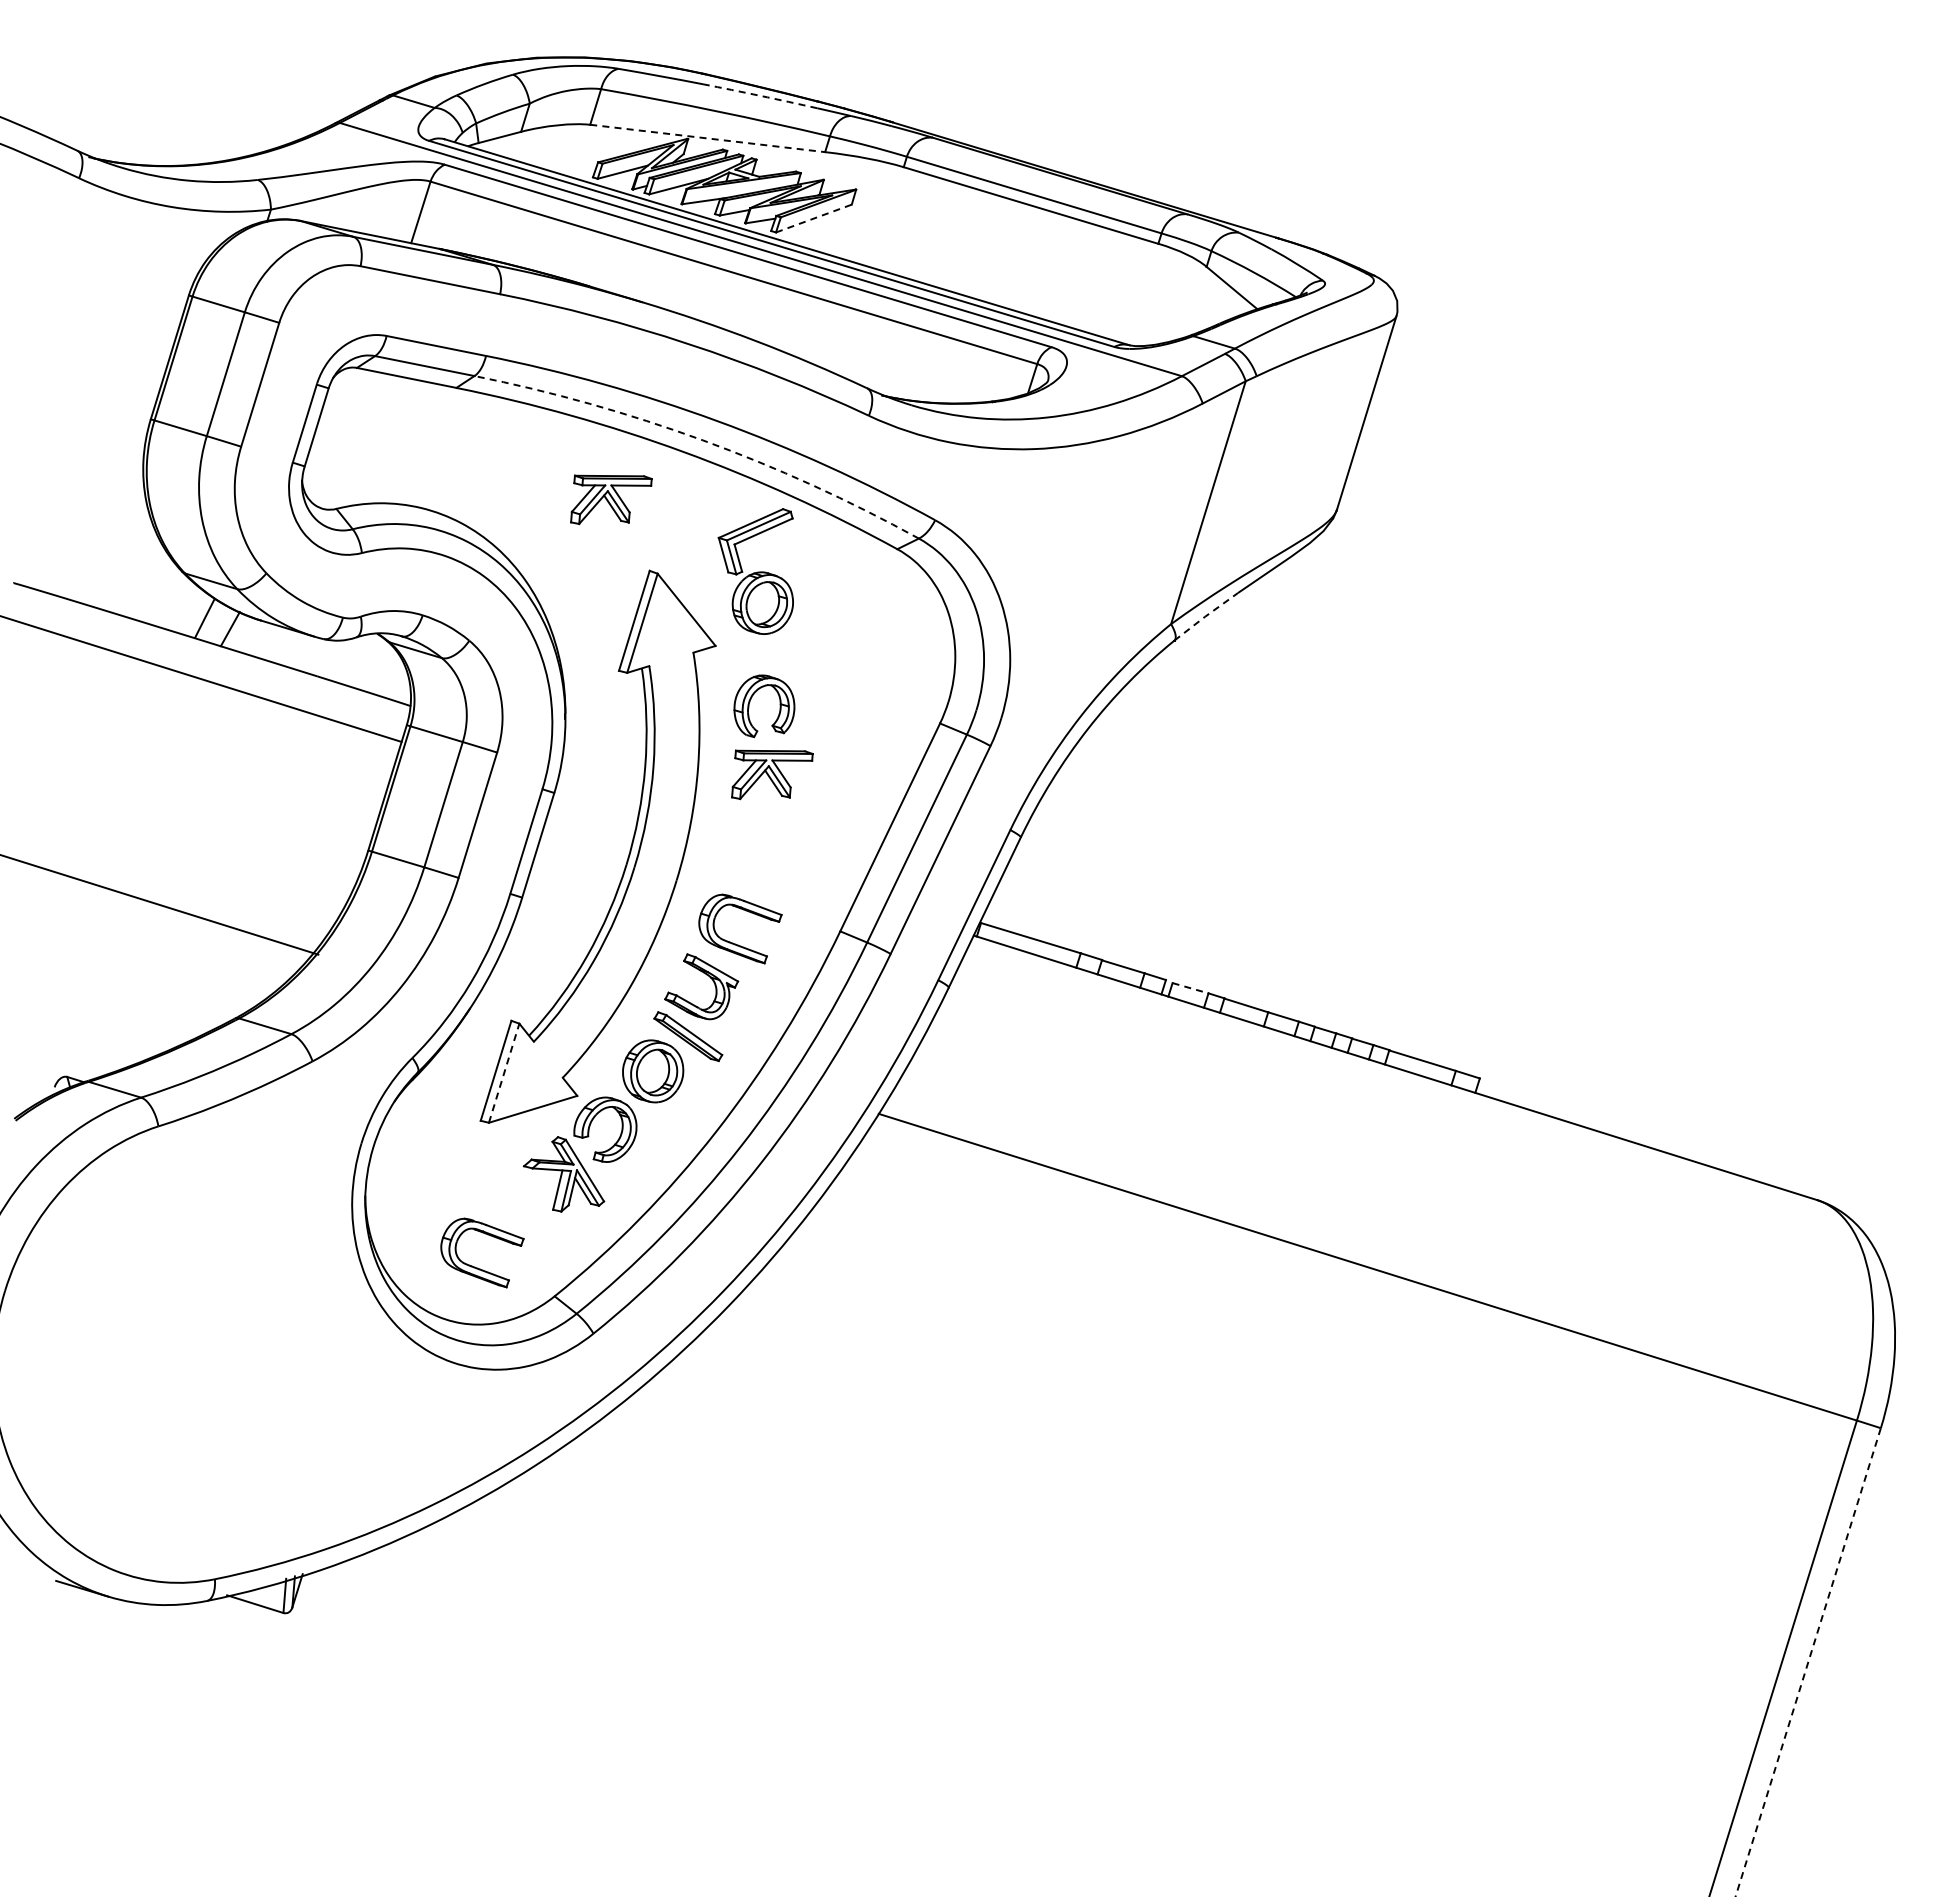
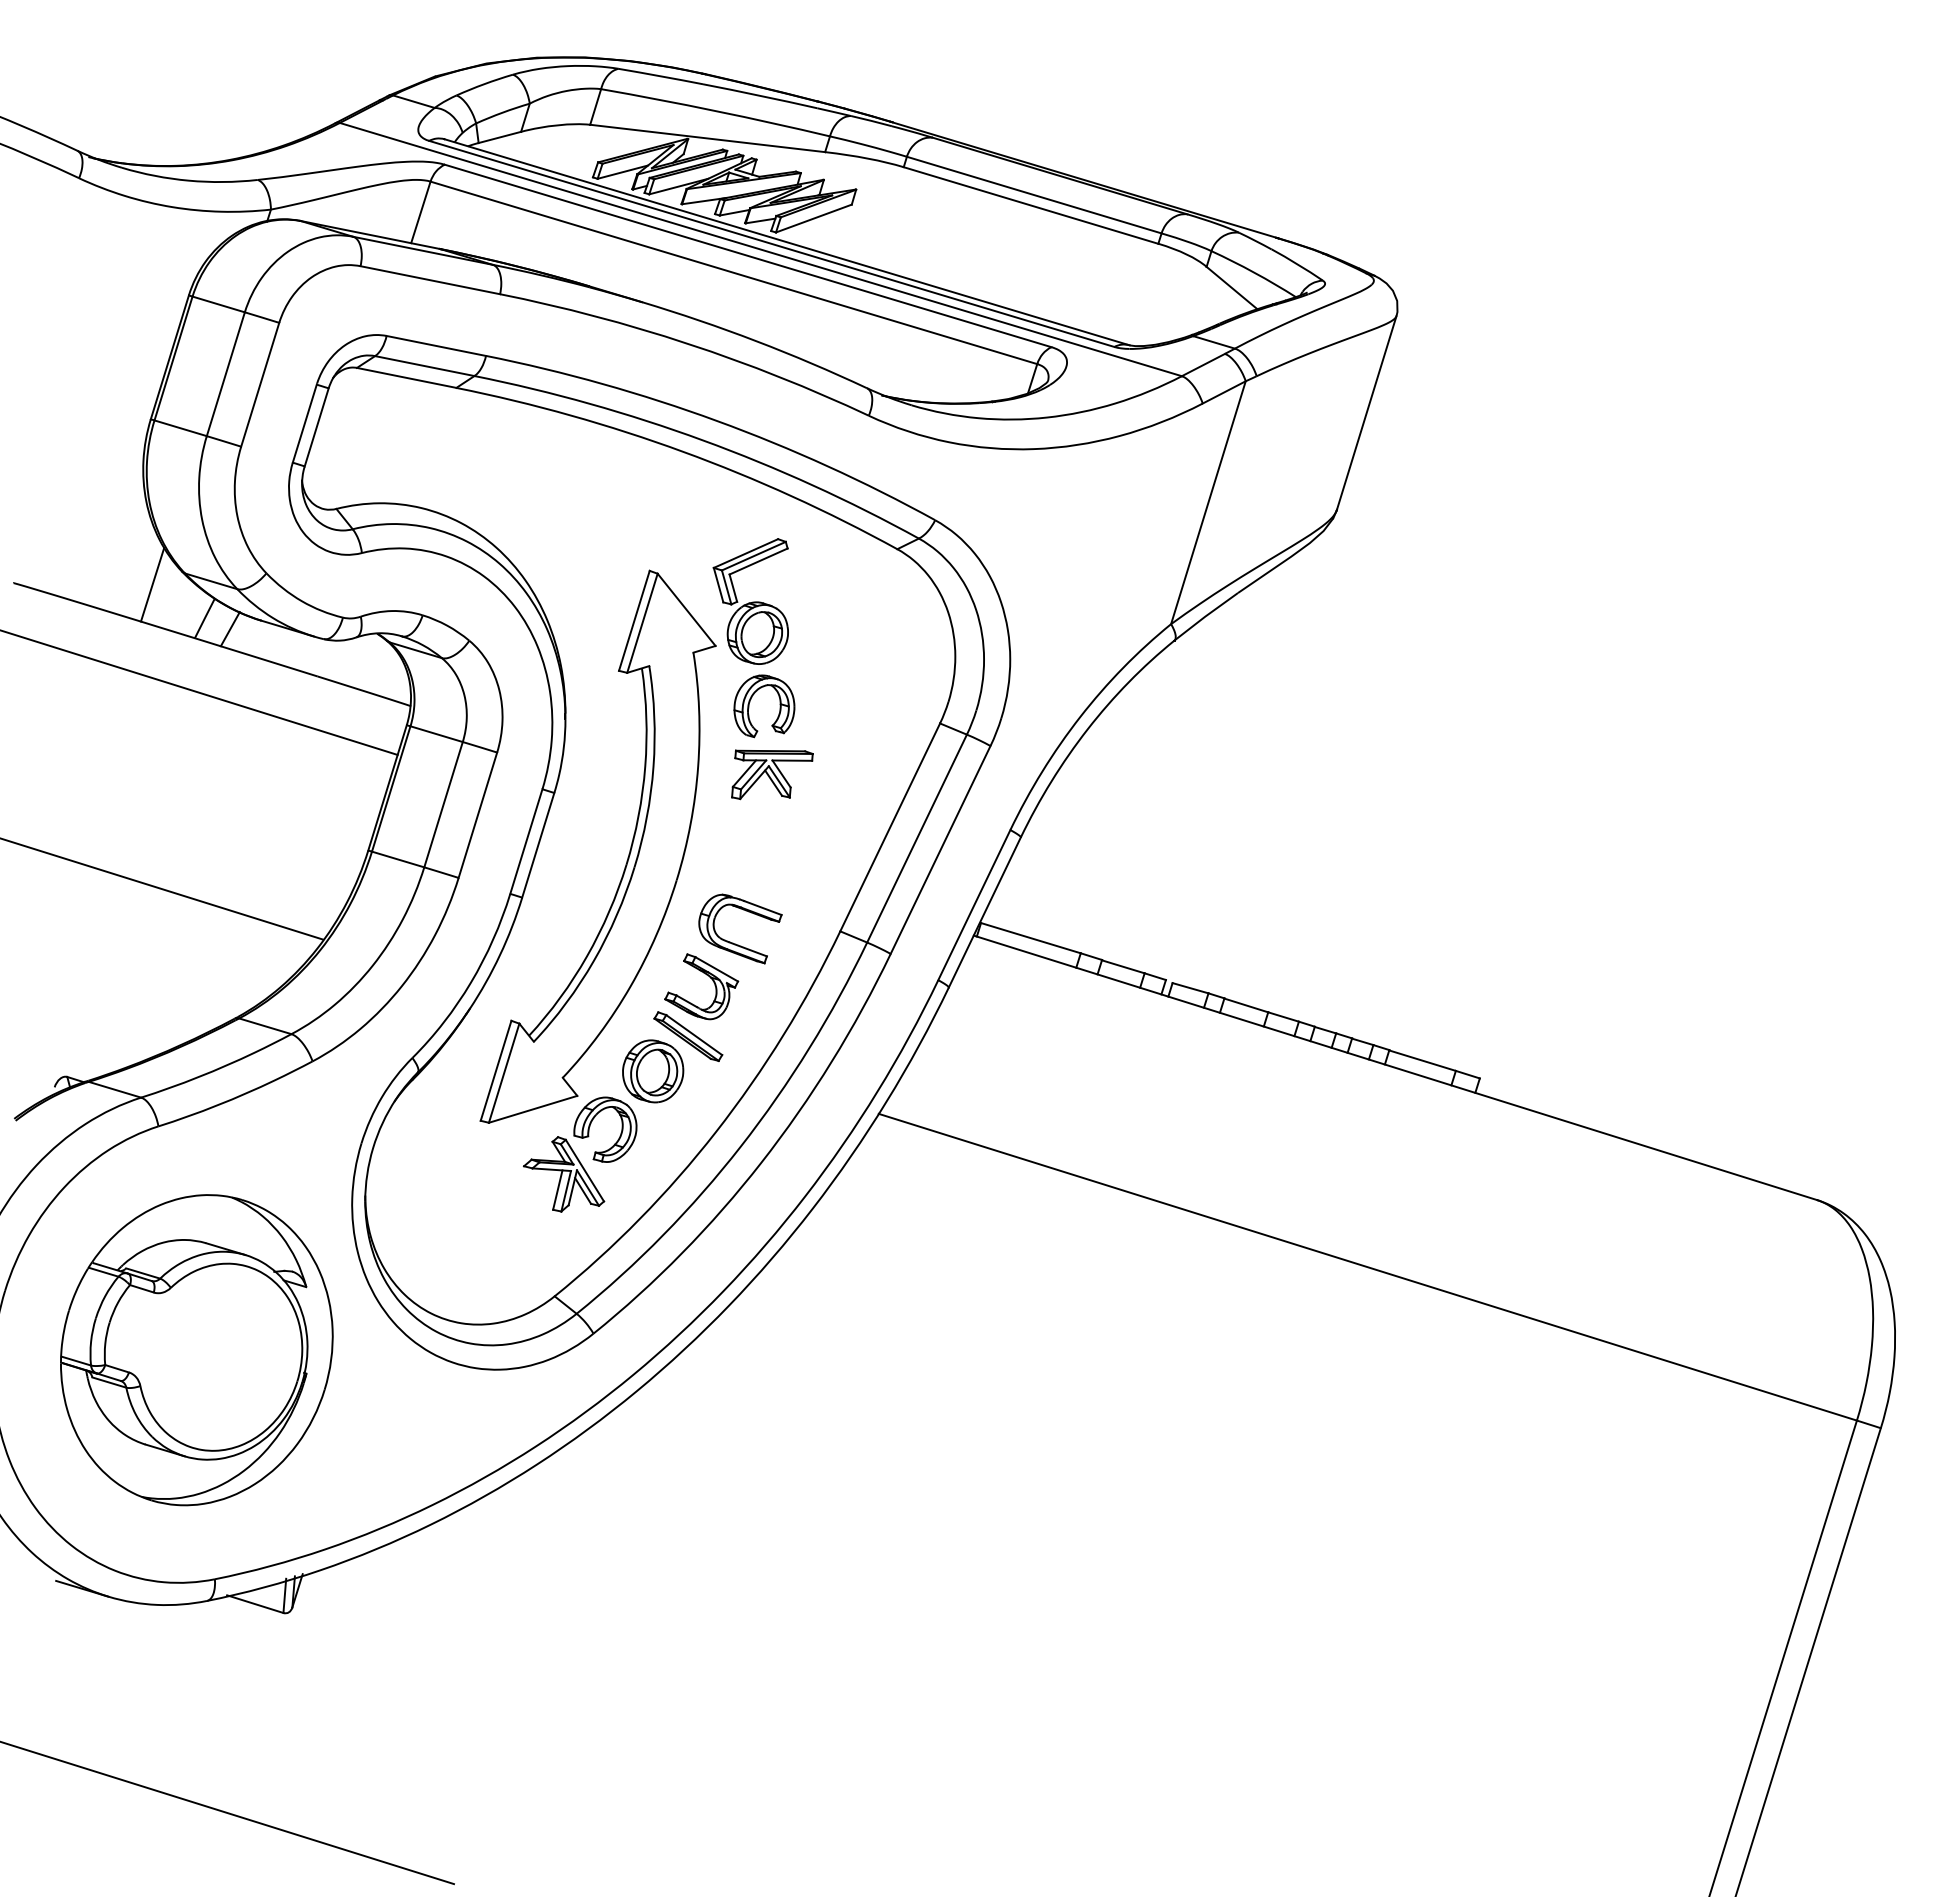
arc at (760, 95): dashed -> solid
line at (708, 138): dashed -> solid
line at (814, 218): dashed -> solid
arc at (702, 440): dashed -> solid
part at (611, 499): present -> none
part at (755, 571) position: (755, 571) -> (750, 601)
line at (152, 584): none -> present
line at (1205, 616): dashed -> solid
line at (201, 678) position: (201, 678) -> (199, 692)
line at (160, 904) position: (160, 904) -> (162, 889)
line at (1190, 988): dashed -> solid
line at (504, 1073): dashed -> solid
part at (475, 1266): present -> none
part at (196, 1350): none -> present
line at (1808, 1662): dashed -> solid
line at (228, 1813): none -> present
